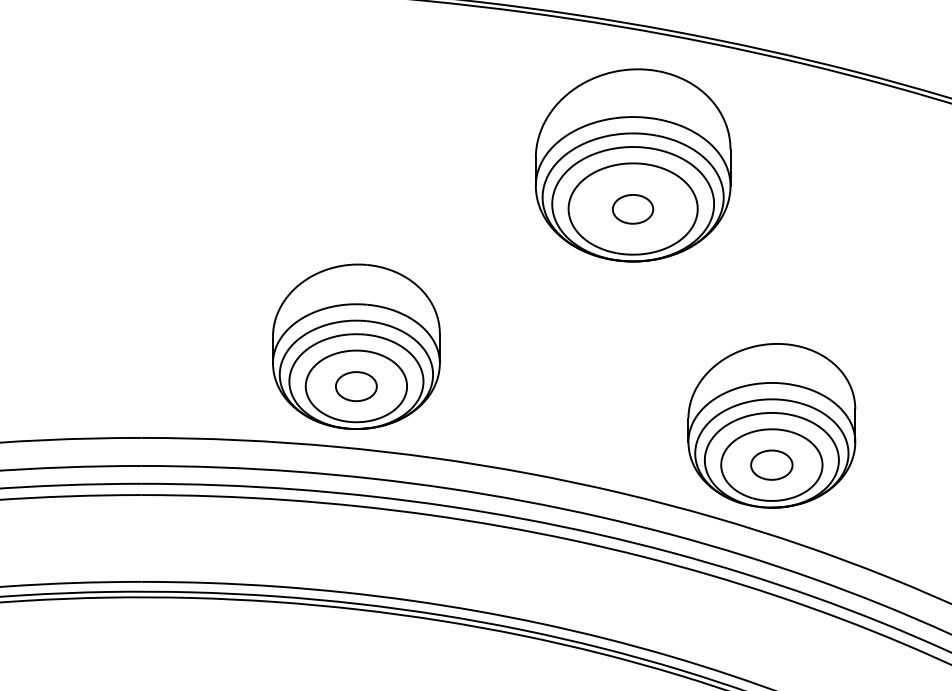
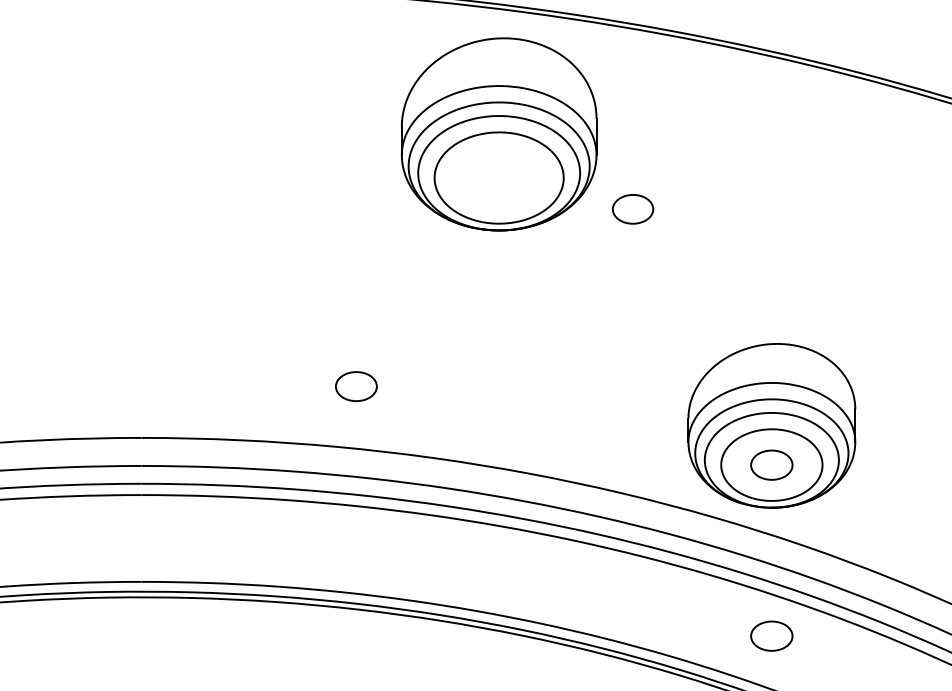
part at (633, 165) position: (633, 165) -> (499, 134)
part at (356, 346): present -> none
part at (771, 635): none -> present
